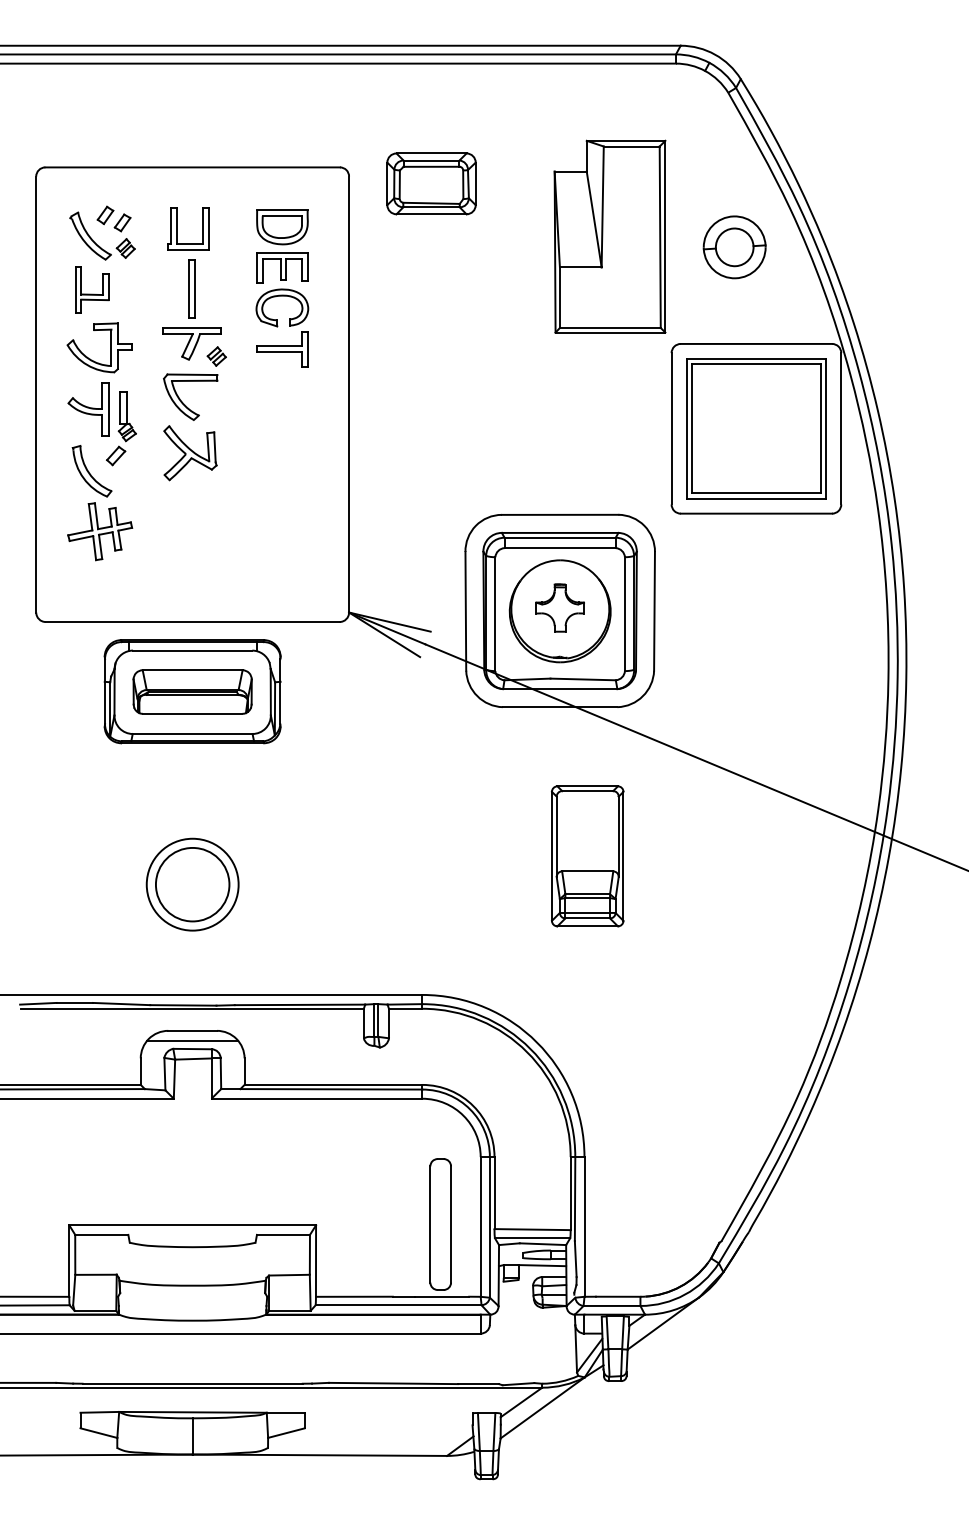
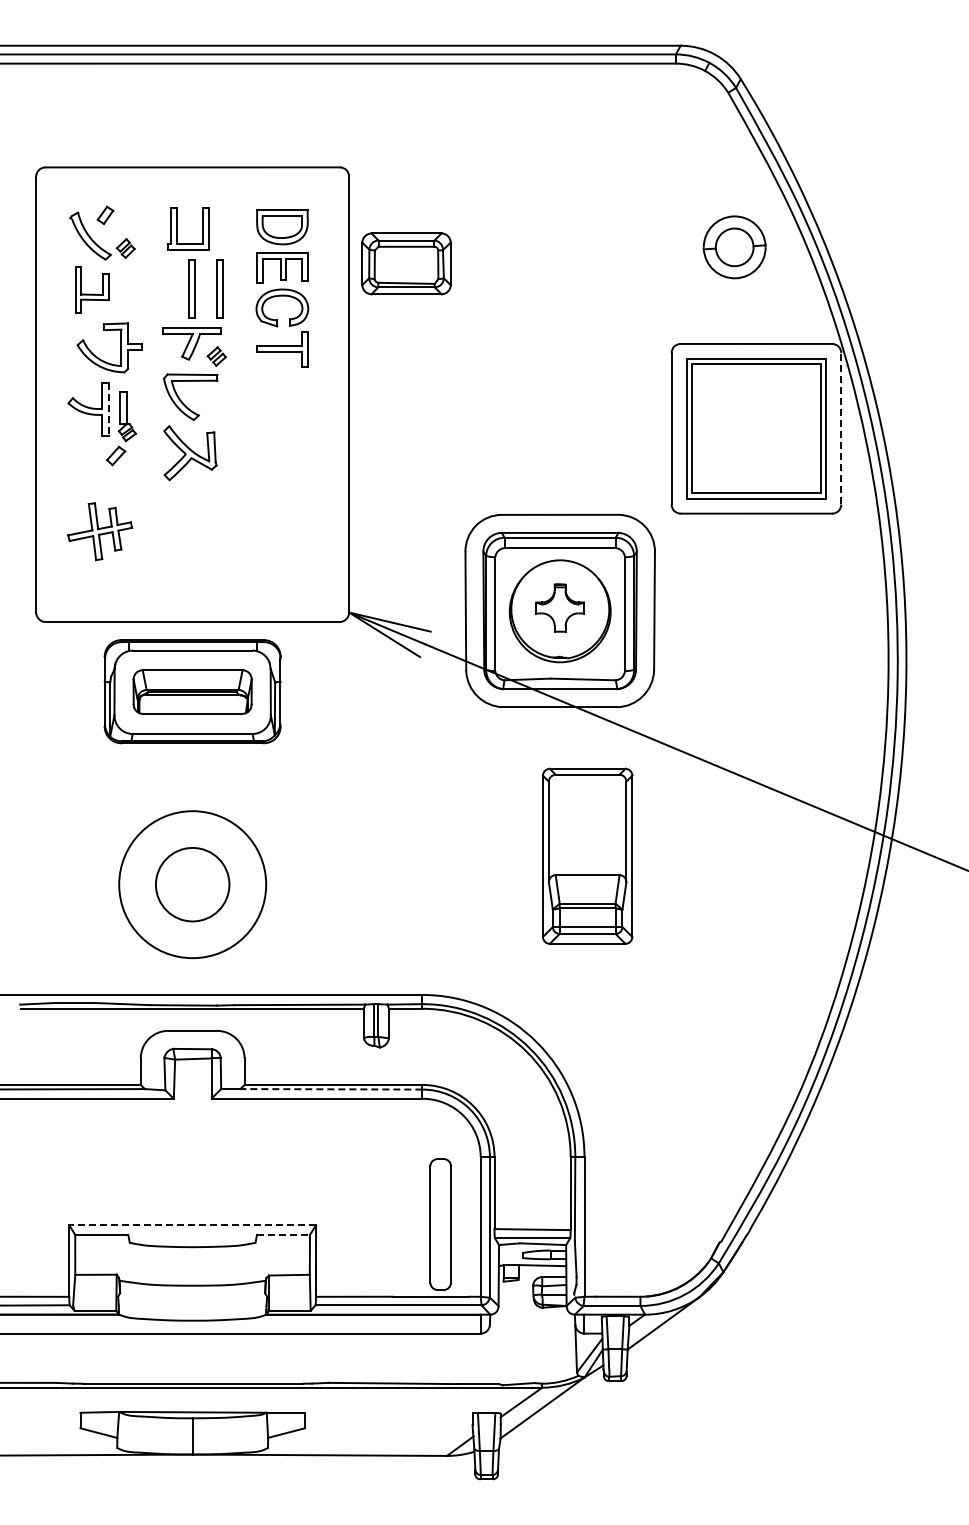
part at (431, 183) position: (431, 183) -> (406, 263)
part at (122, 222): present -> none
part at (609, 236): present -> none
part at (219, 288): none -> present
part at (110, 347) position: (110, 347) -> (120, 347)
line at (108, 410): solid -> dashed
line at (841, 428): solid -> dashed
part at (91, 471): present -> none
part at (587, 856) size: 74x143 px -> 93x178 px
circle at (192, 884) diameter: 92 px -> 147 px
line at (192, 1040): present -> none
line at (331, 1089): solid -> dashed
line at (192, 1225): solid -> dashed
line at (283, 1234): solid -> dashed
